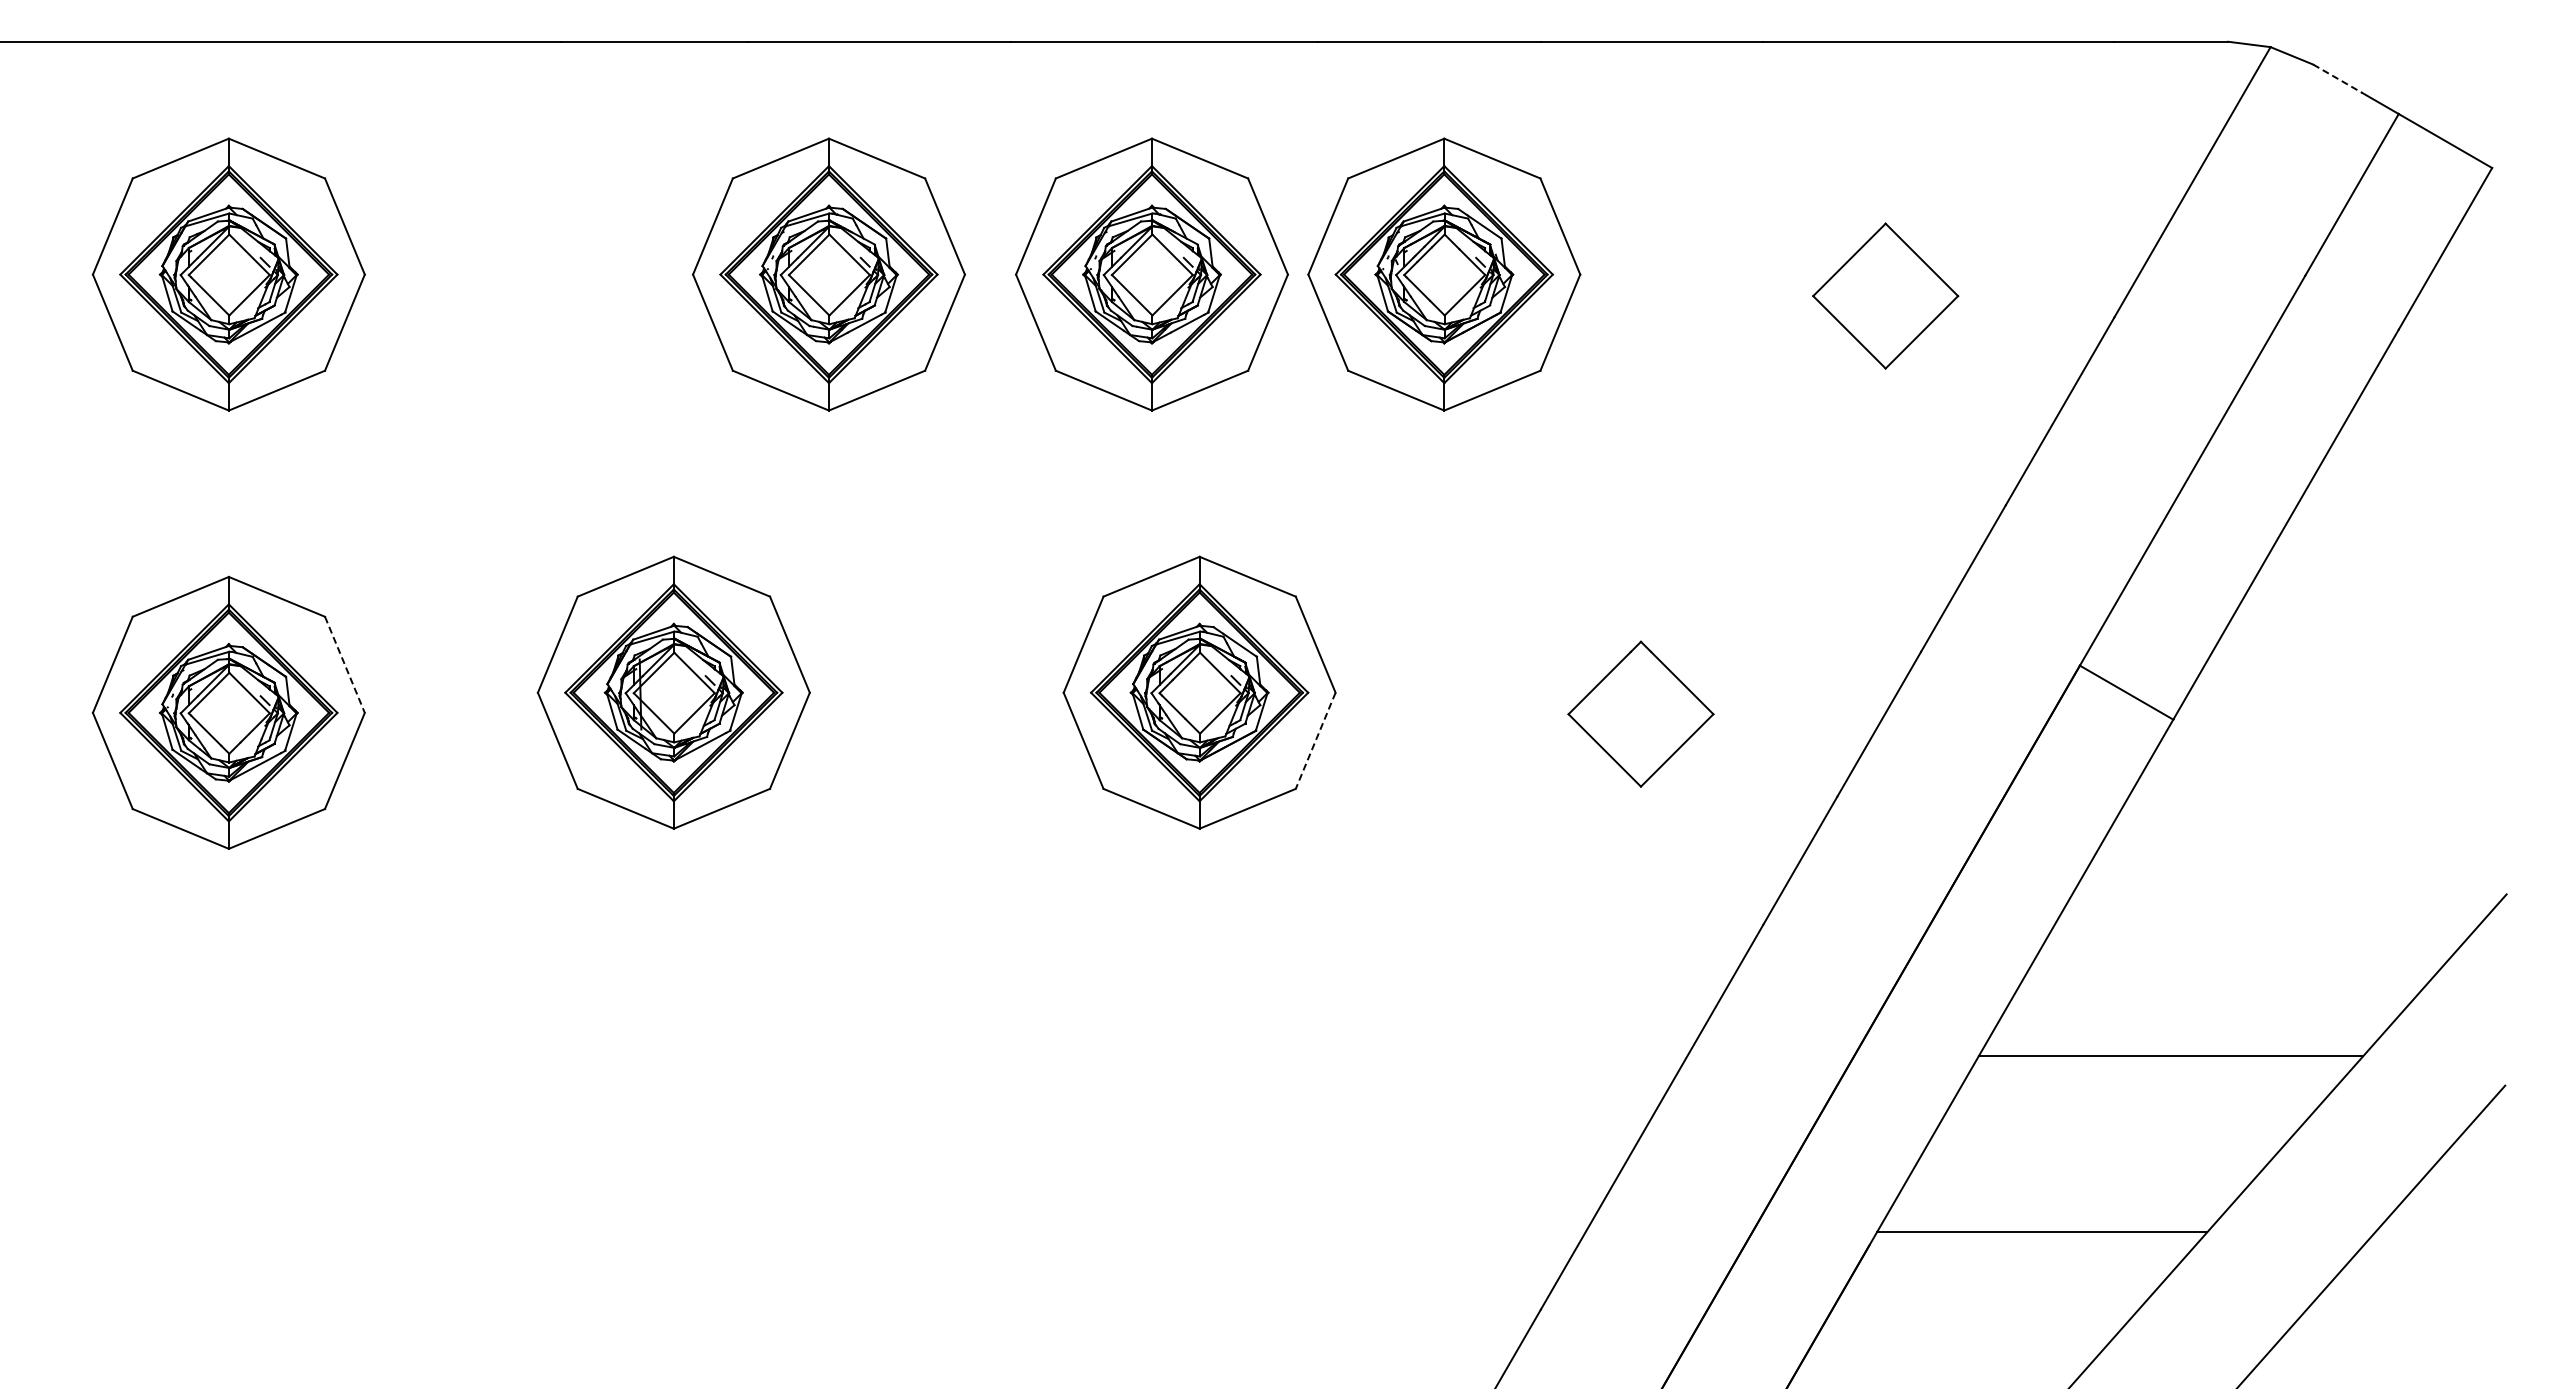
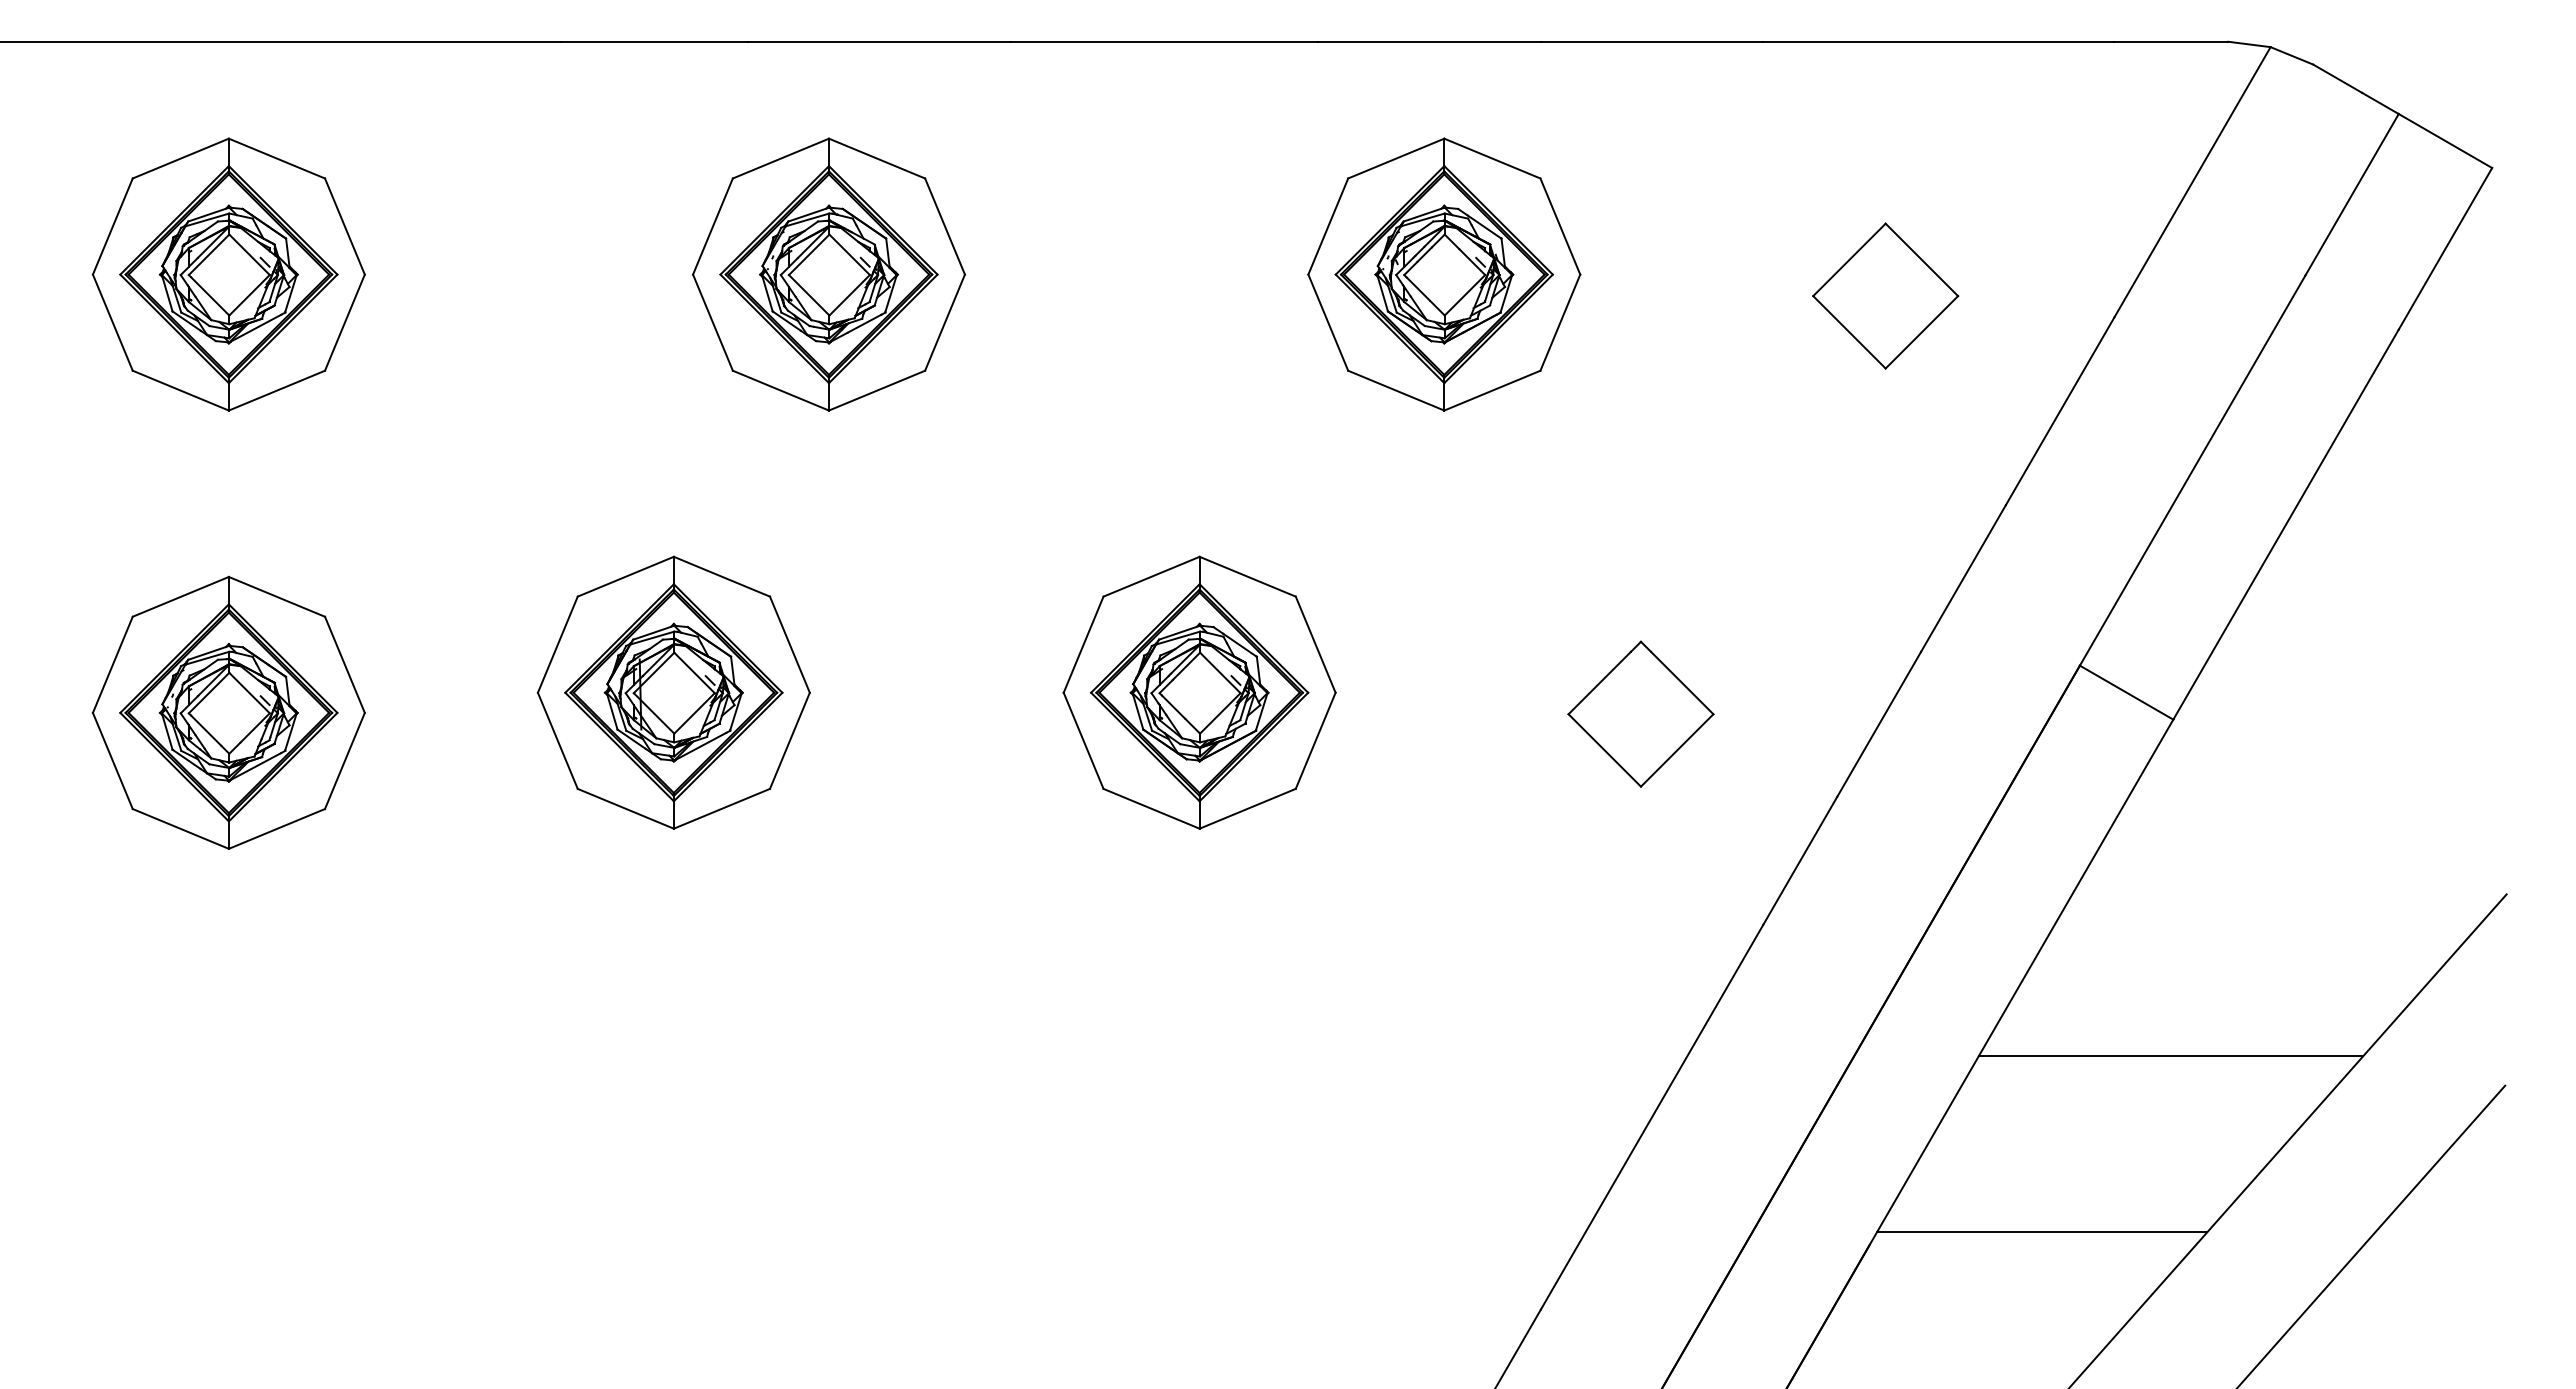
line at (2338, 78): dashed -> solid
part at (1151, 274): present -> none
line at (345, 665): dashed -> solid
line at (1315, 741): dashed -> solid
